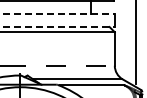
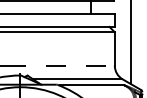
line at (57, 13): dashed -> solid
line at (57, 27): dashed -> solid
line at (136, 43) position: (136, 43) -> (131, 43)
